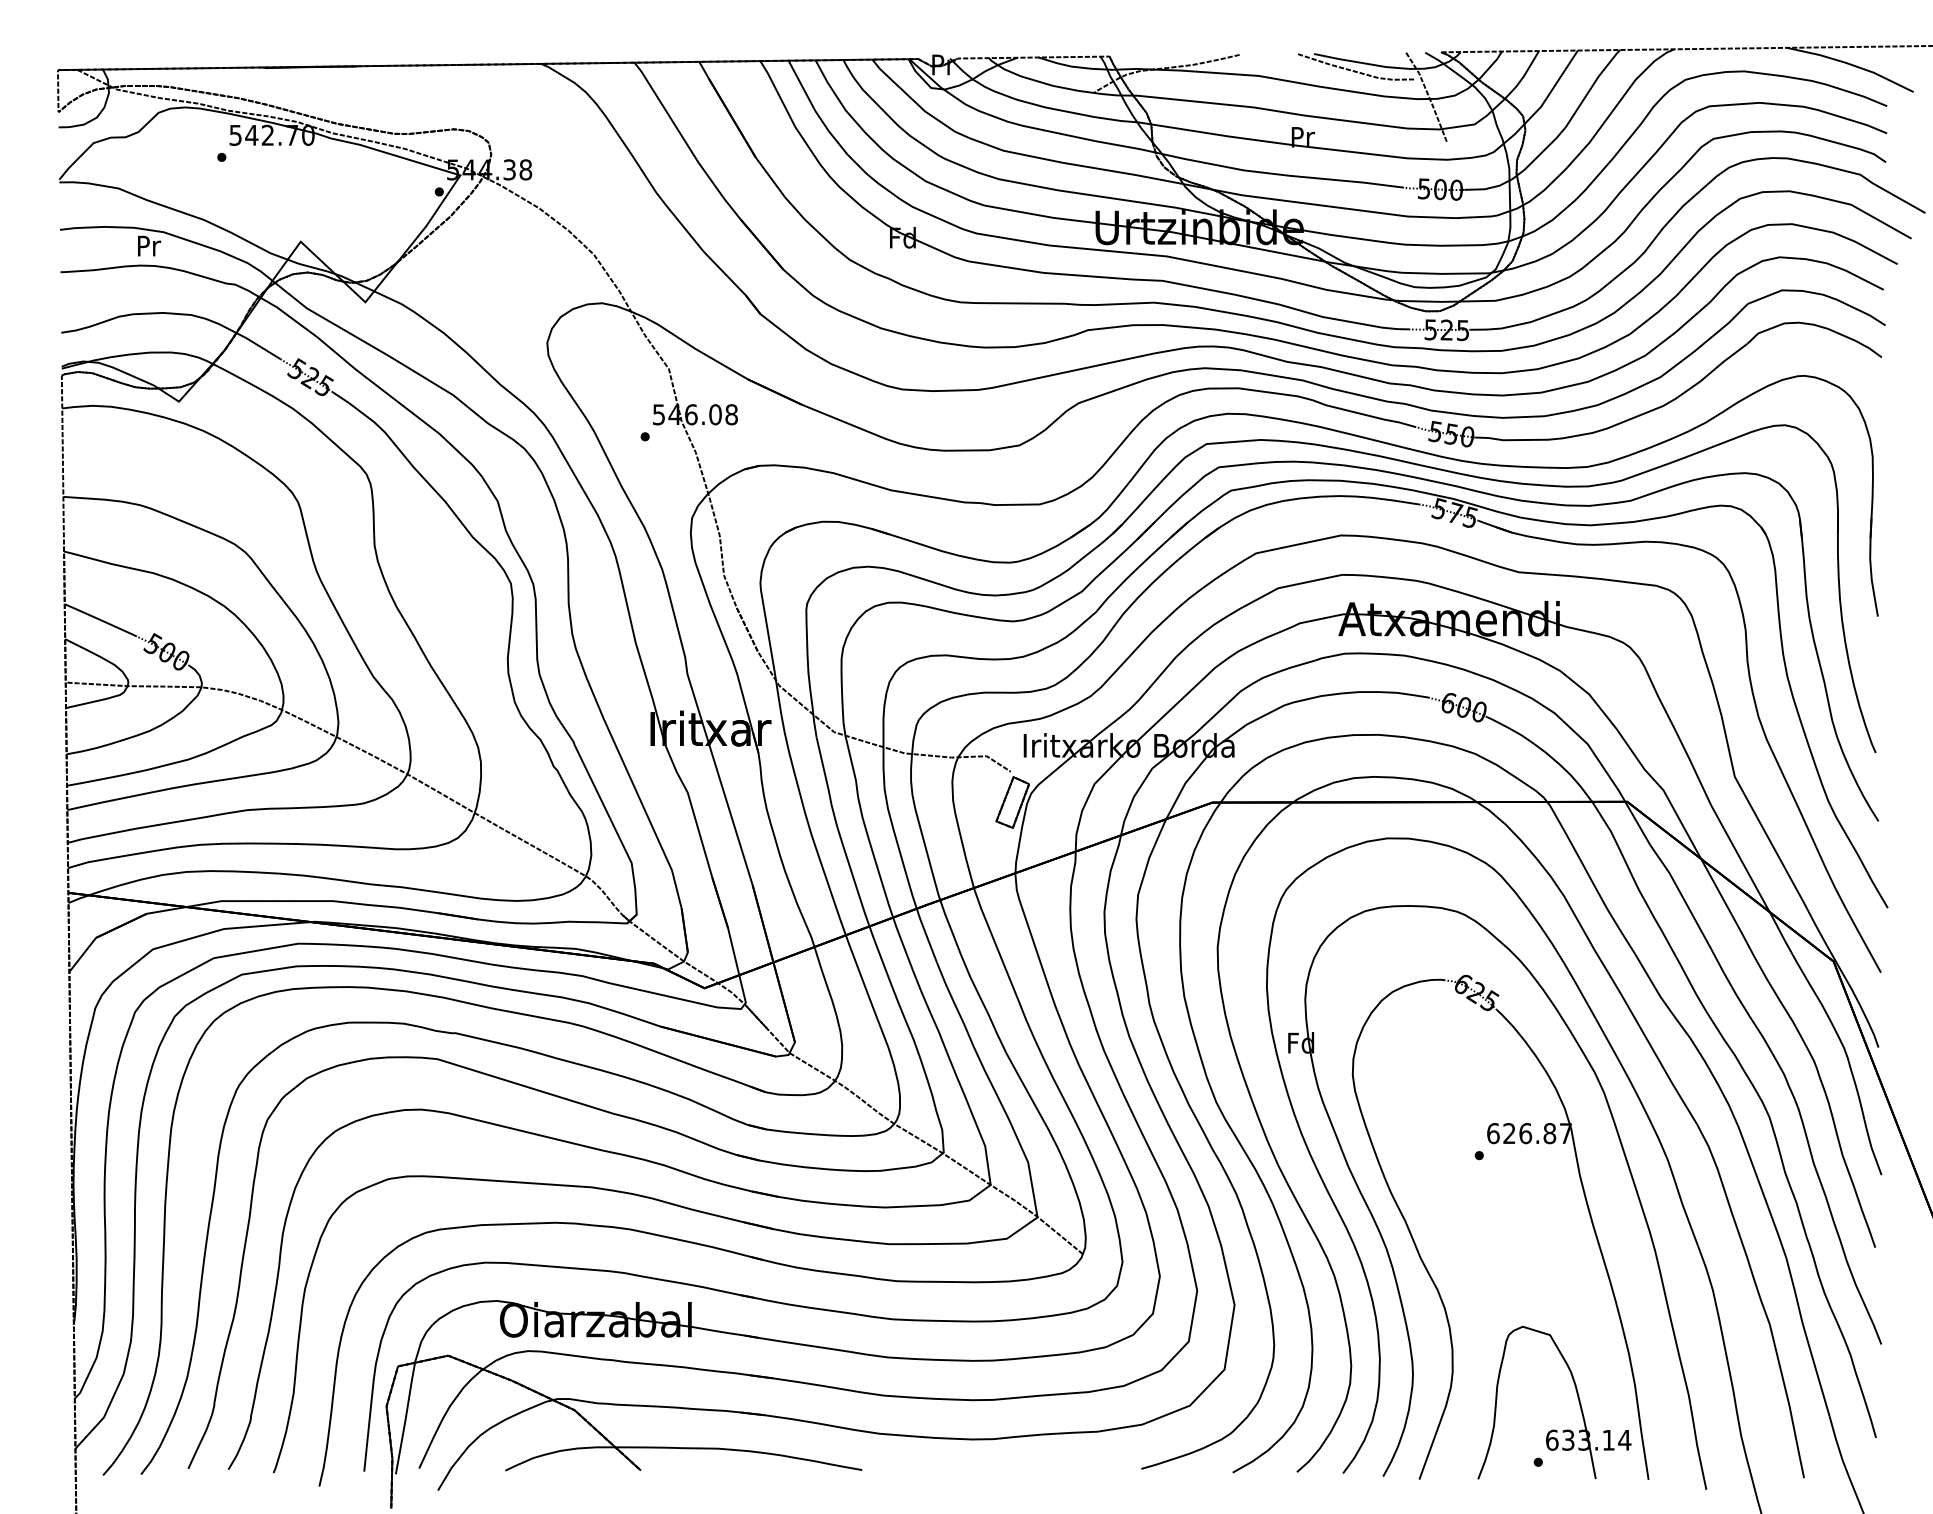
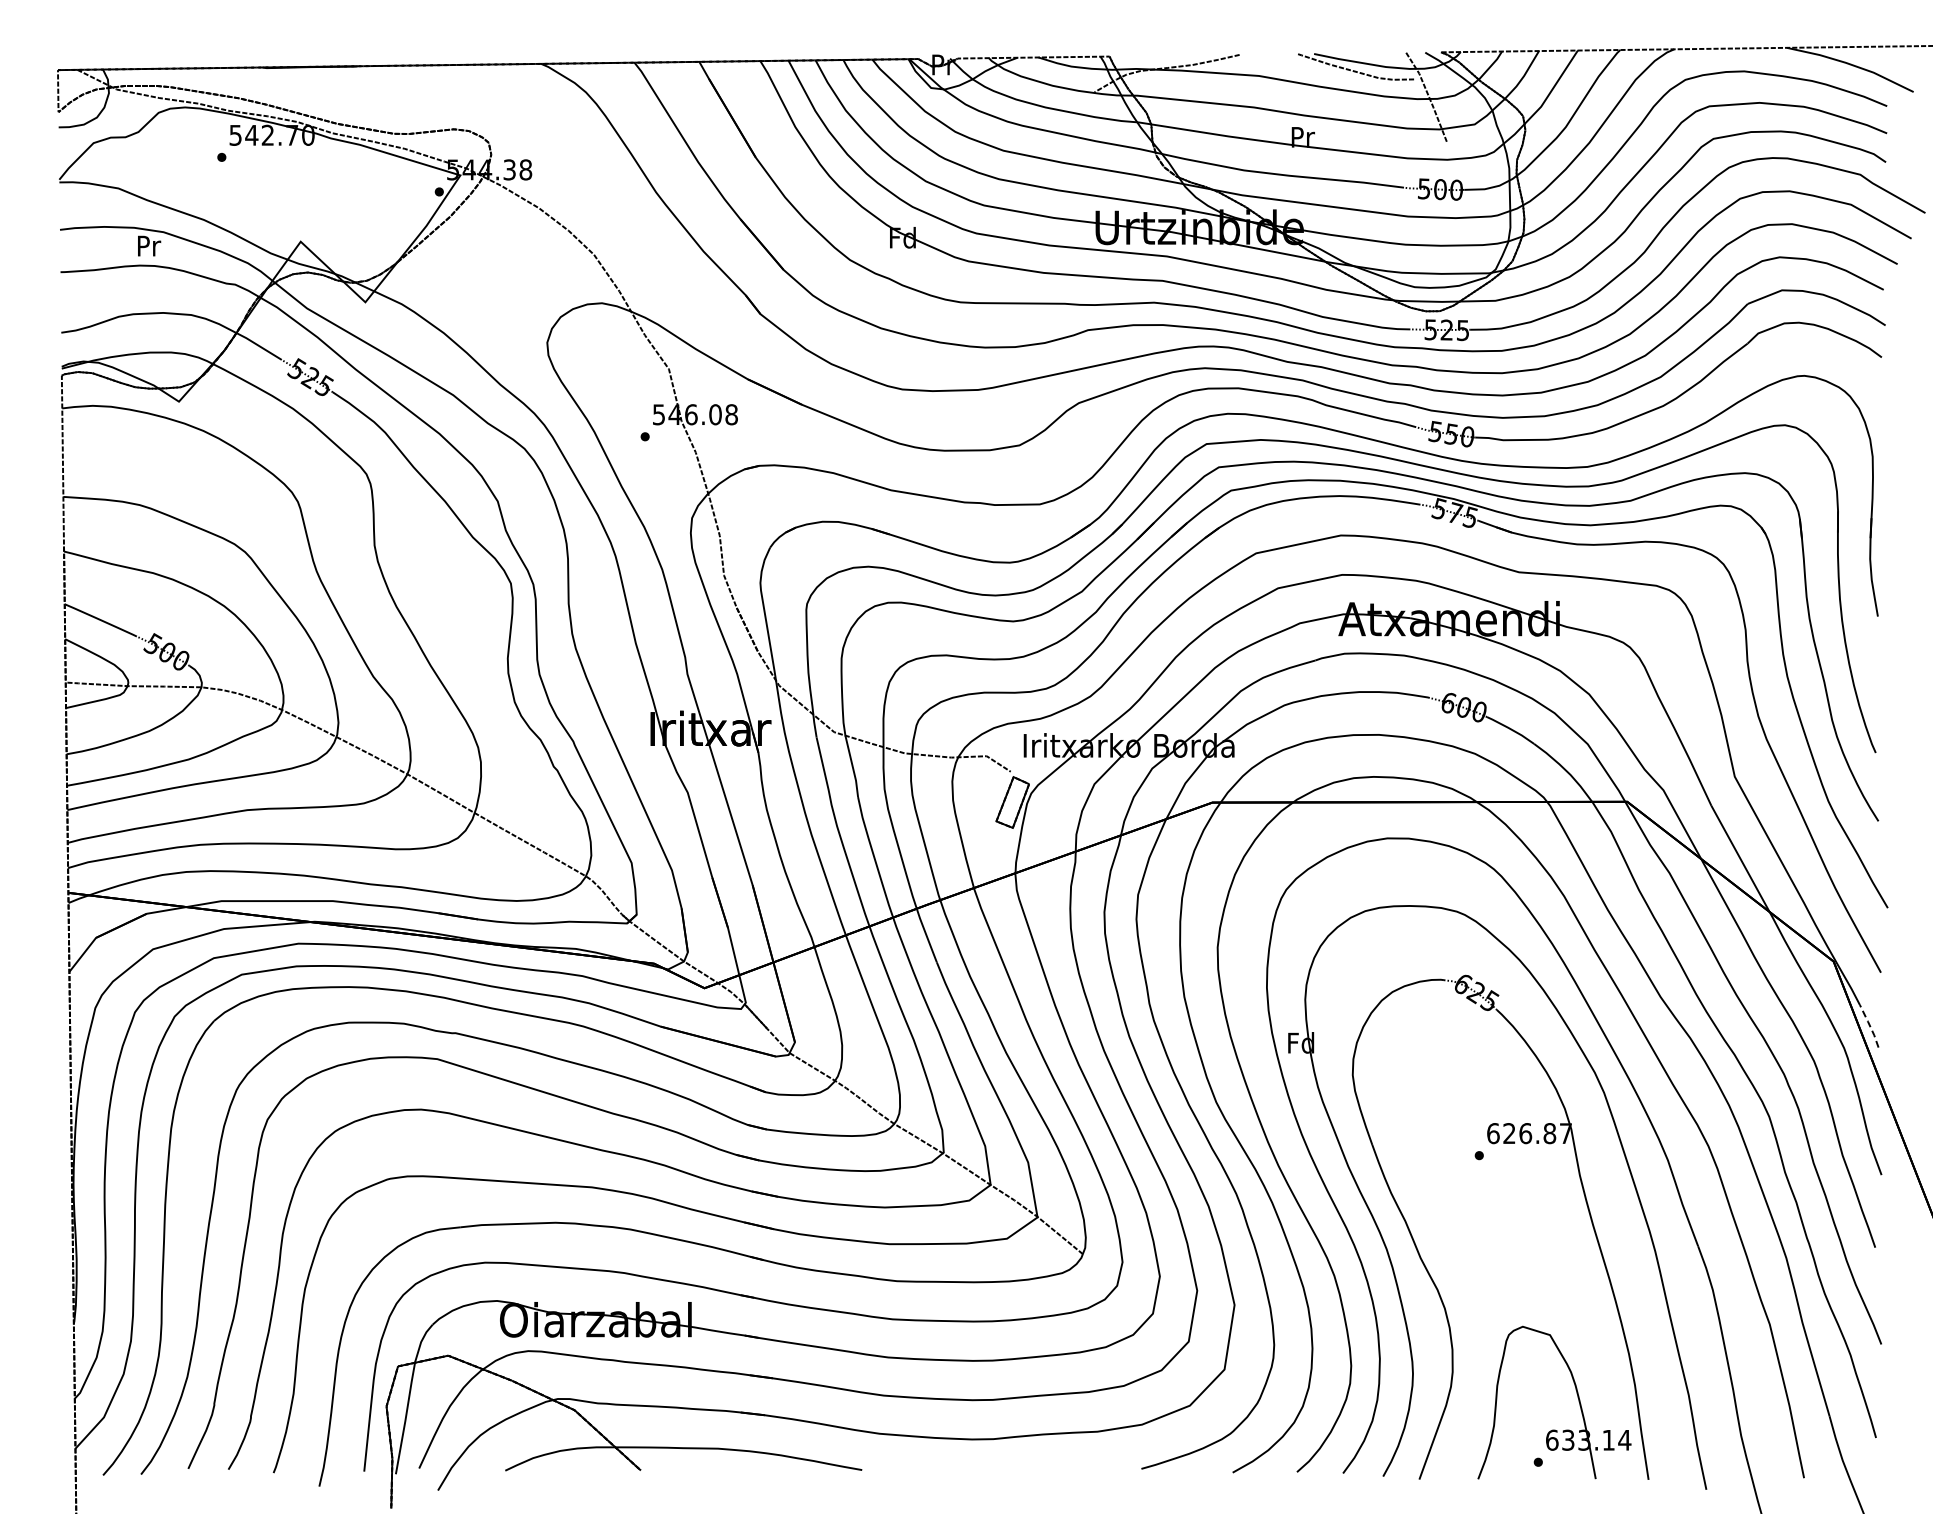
line at (1869, 1025): solid -> dashed
